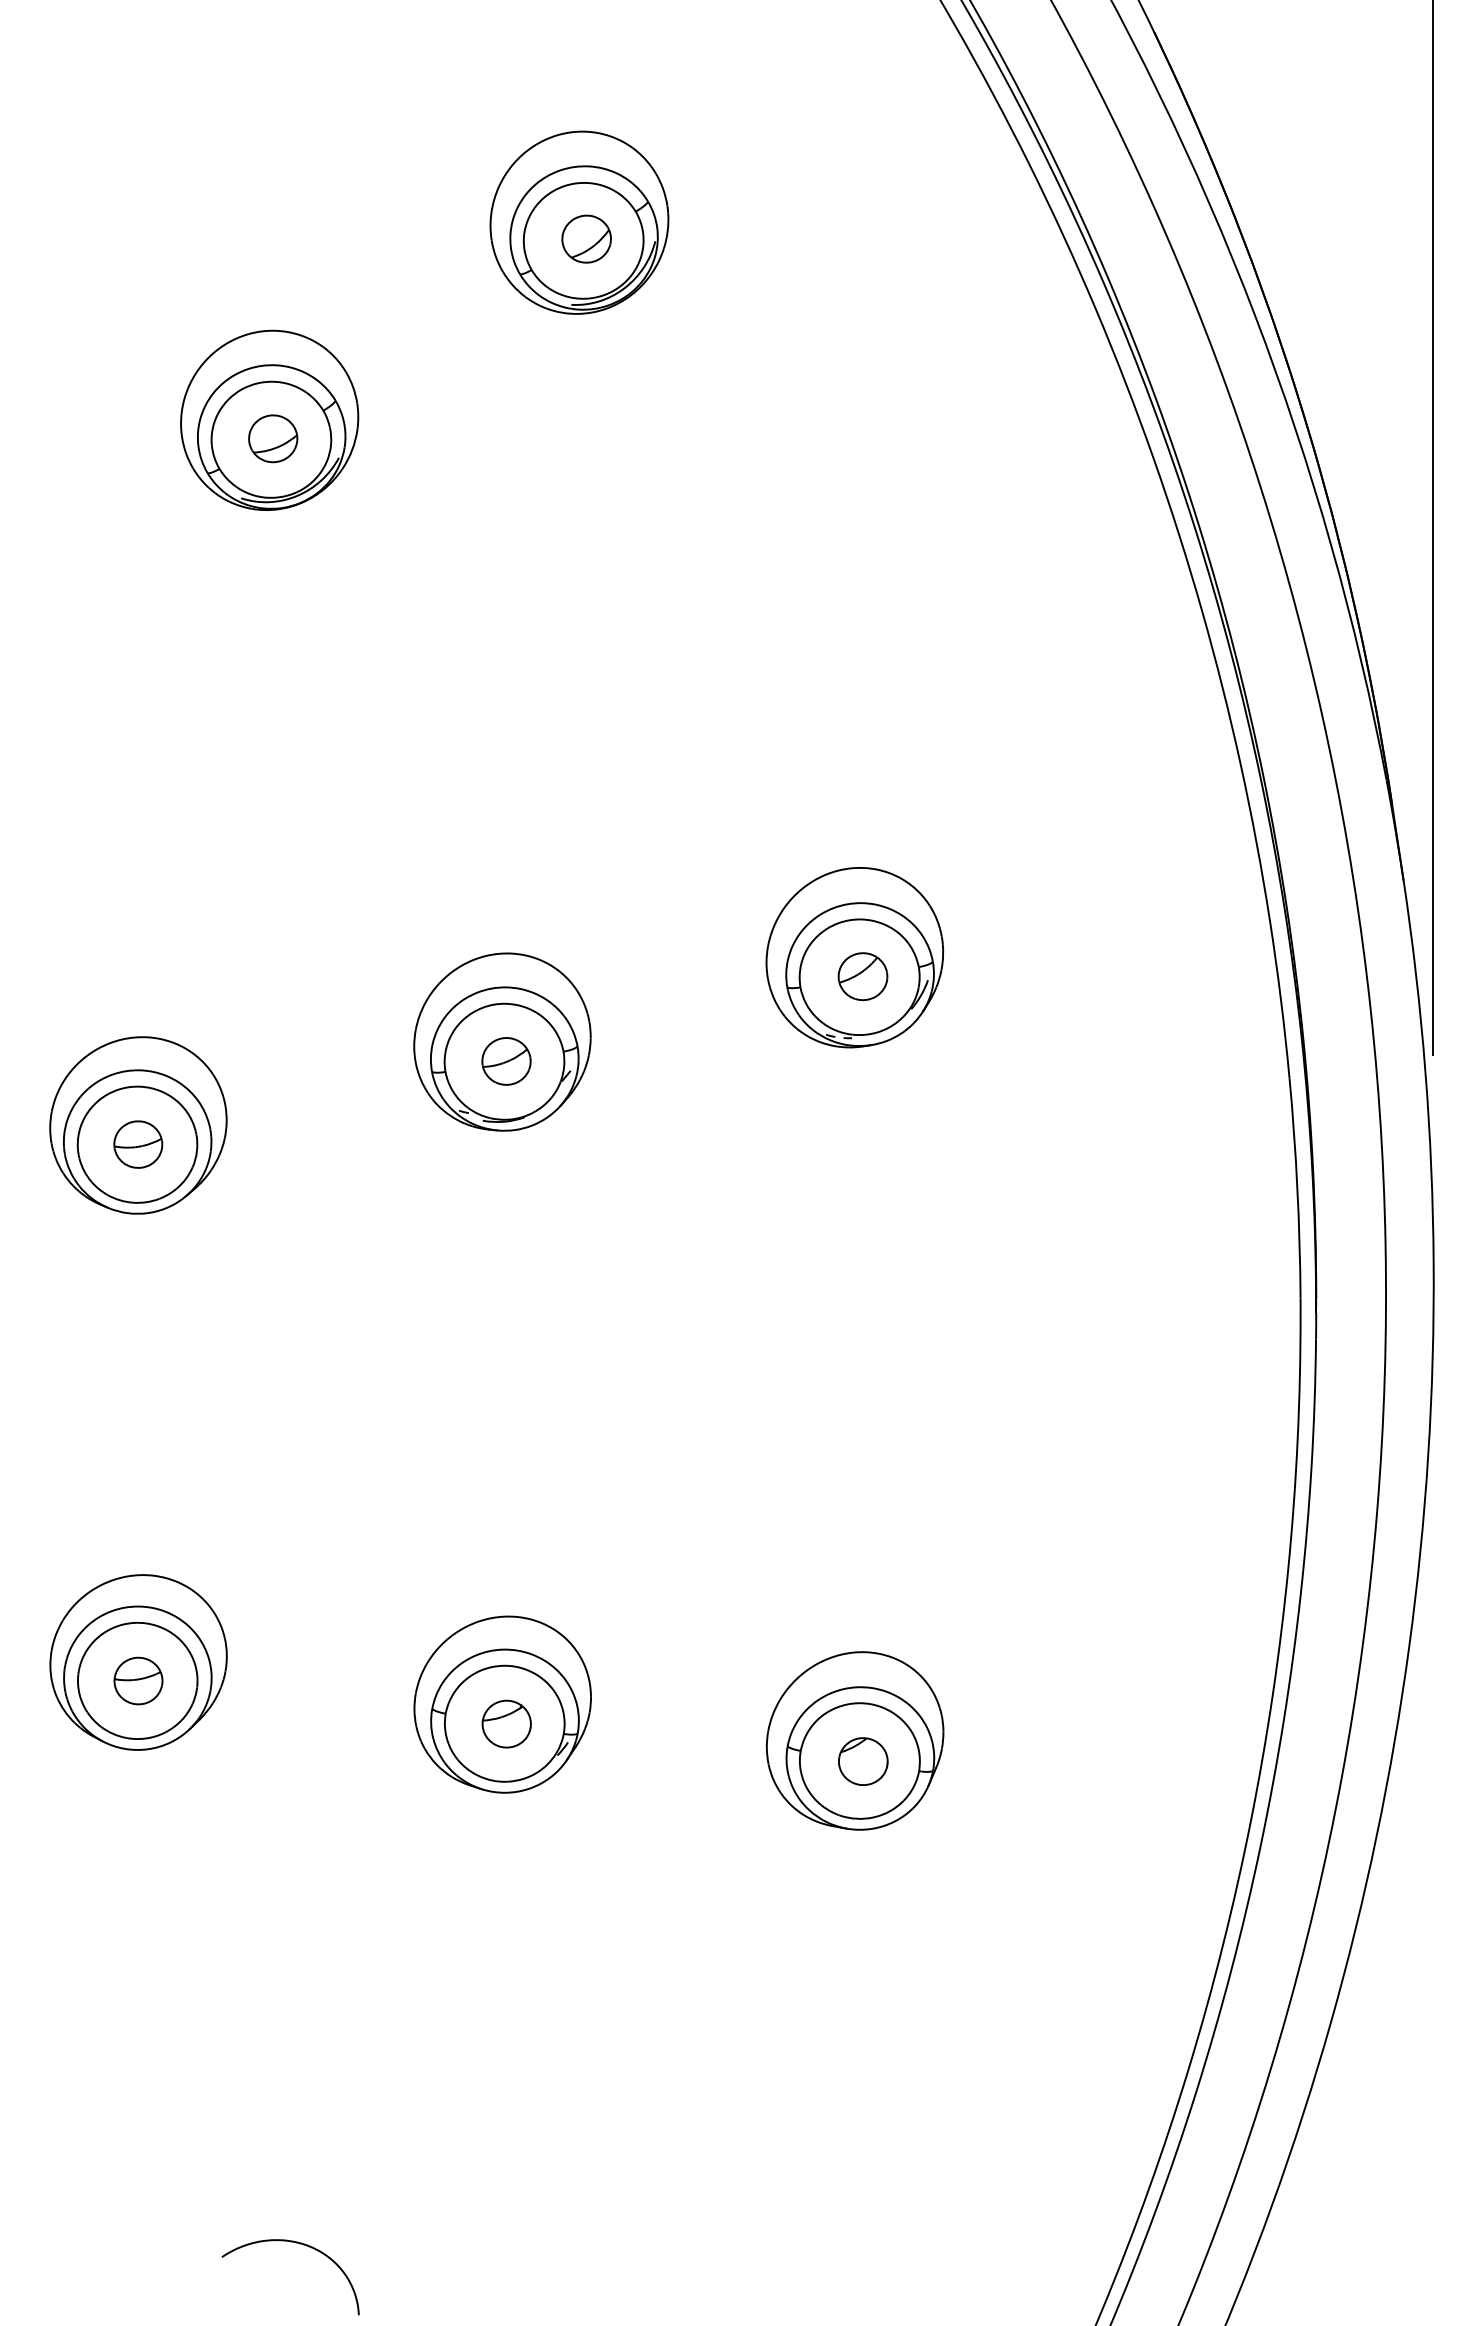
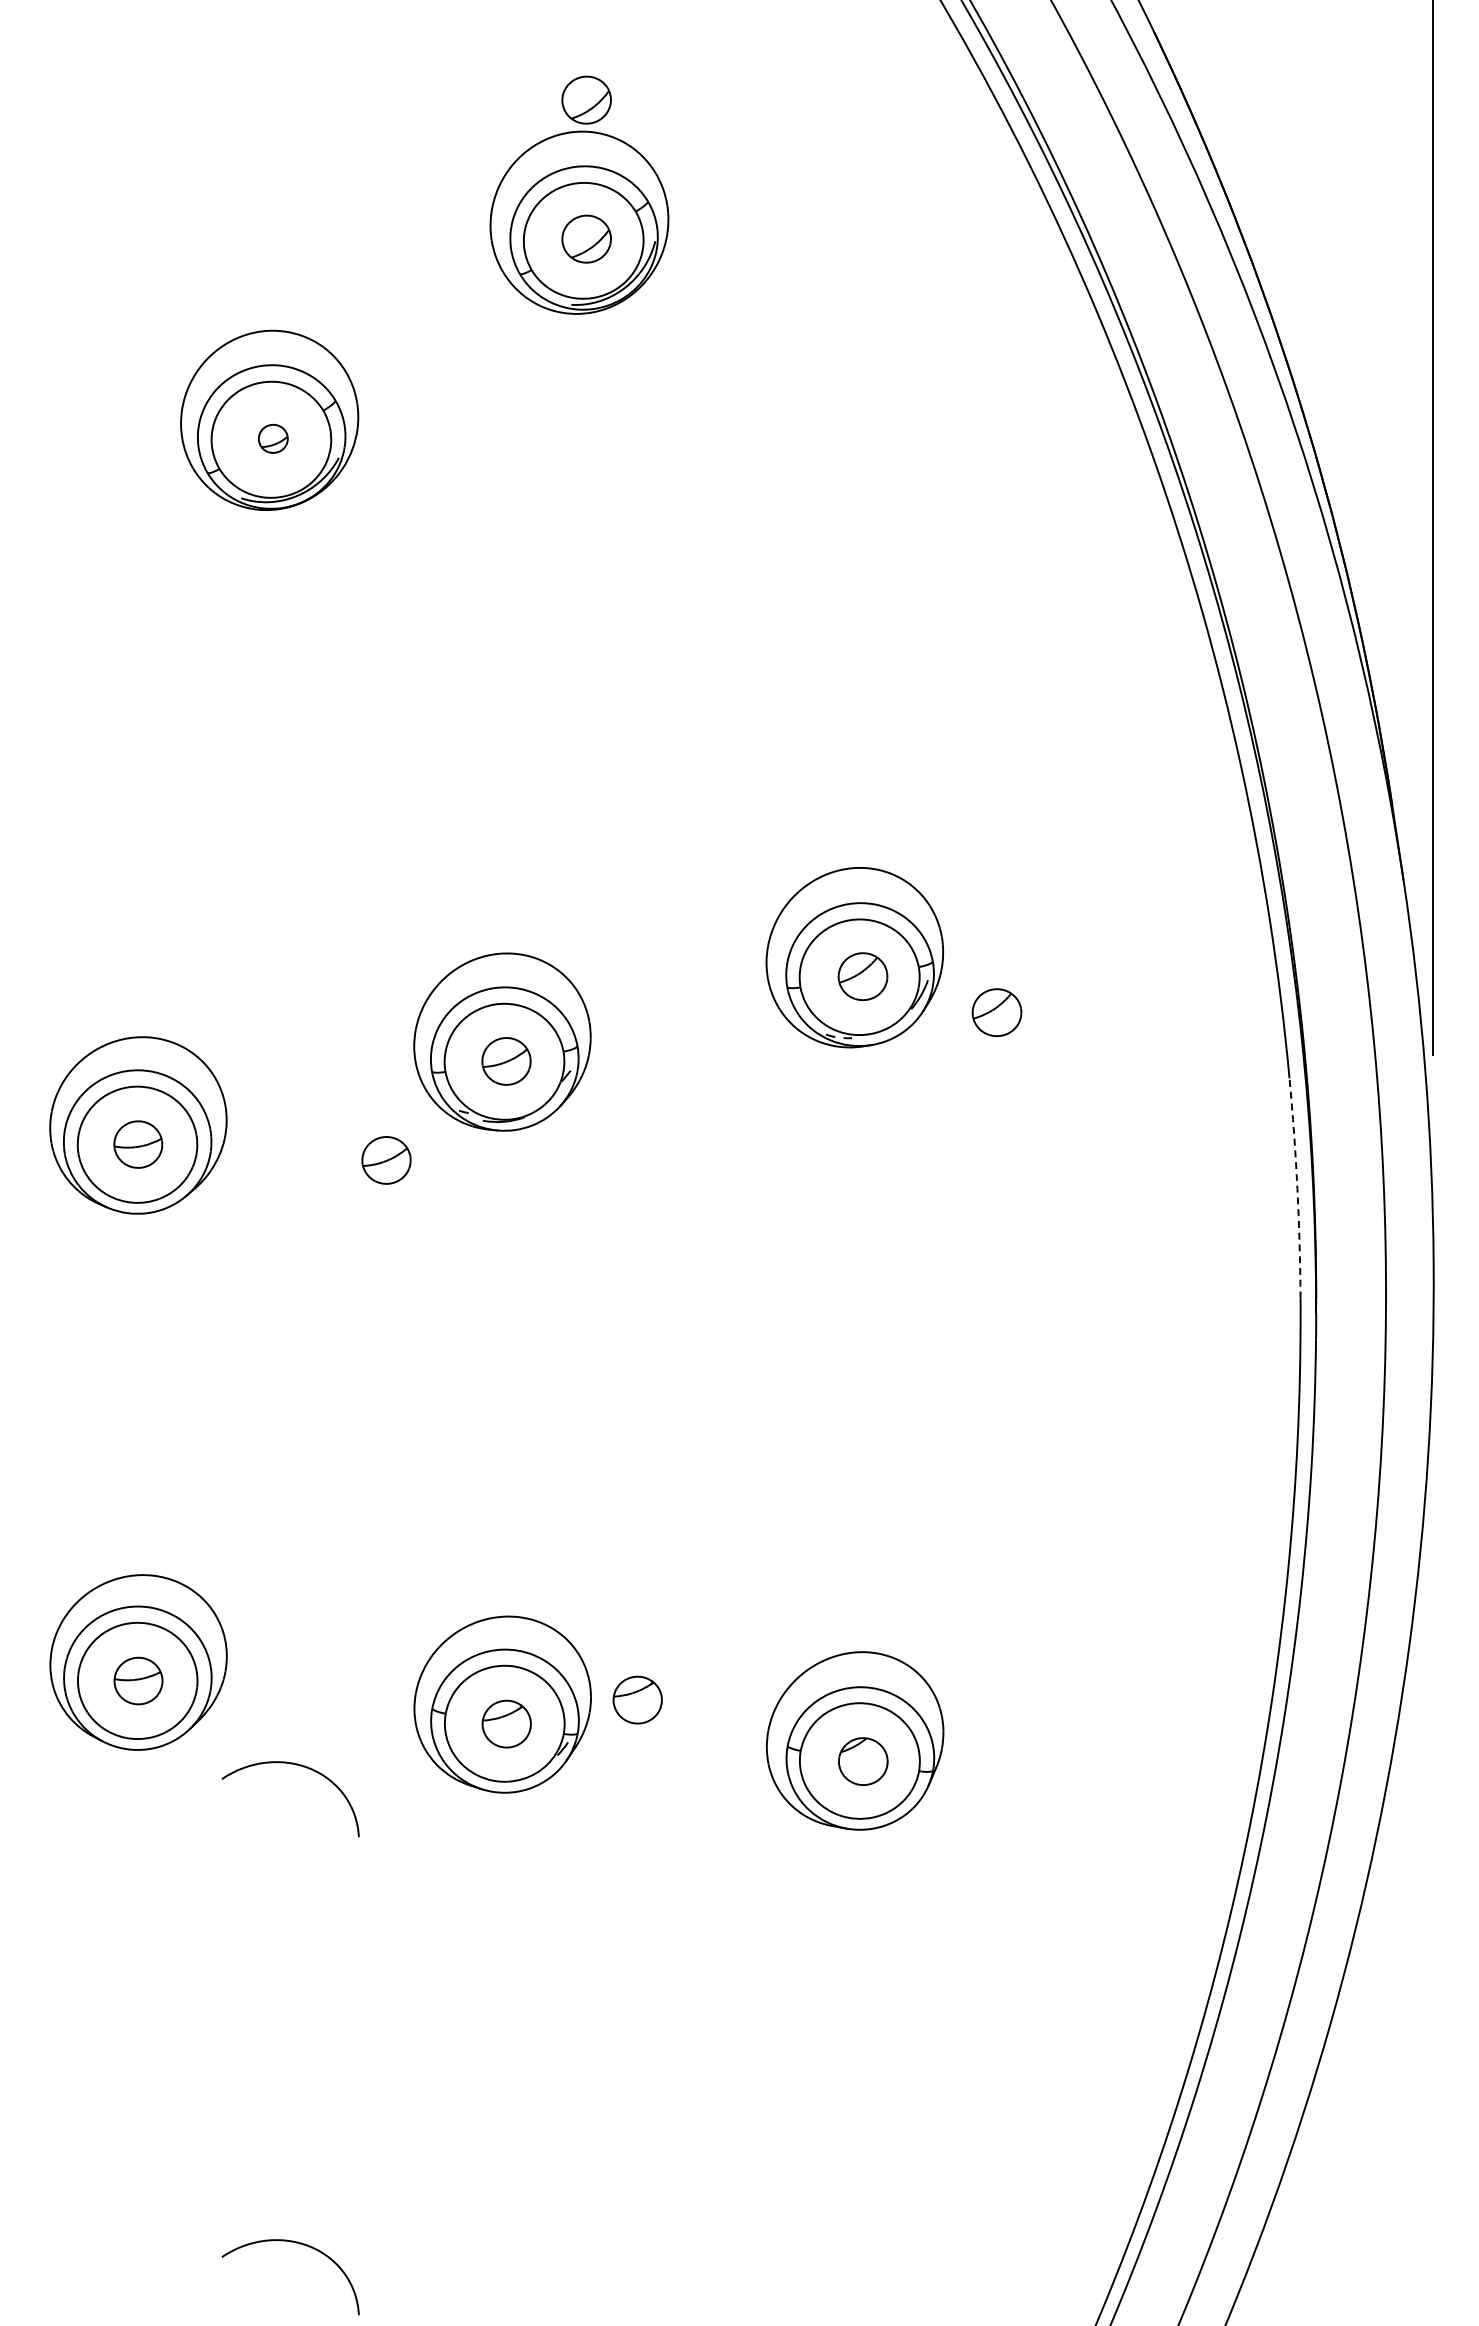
part at (586, 99): none -> present
part at (273, 438) size: 51x50 px -> 31x31 px
part at (996, 1012): none -> present
part at (386, 1160): none -> present
arc at (1297, 1188): solid -> dashed
part at (637, 1699): none -> present
curve at (300, 1766): none -> present
